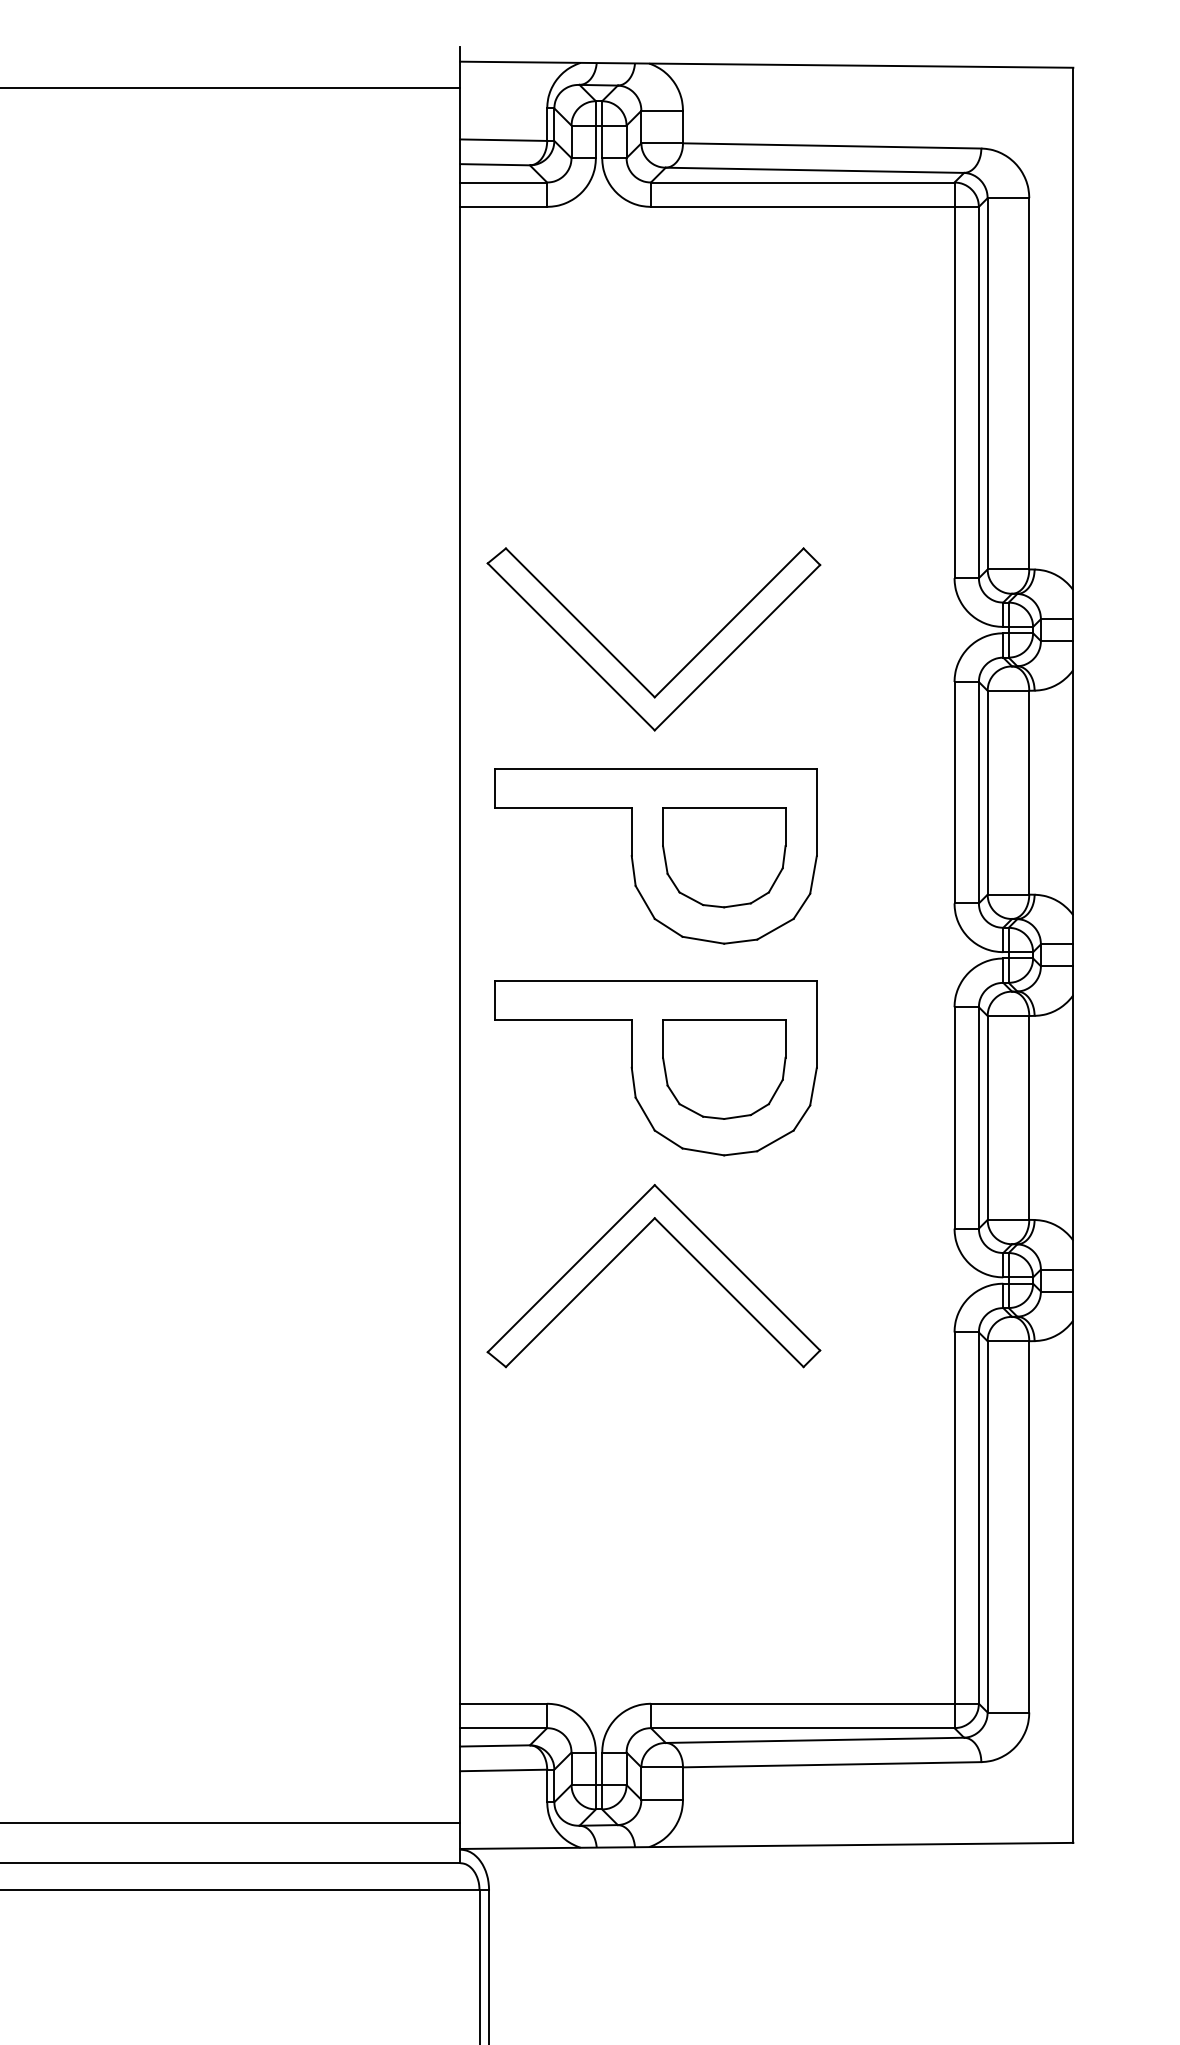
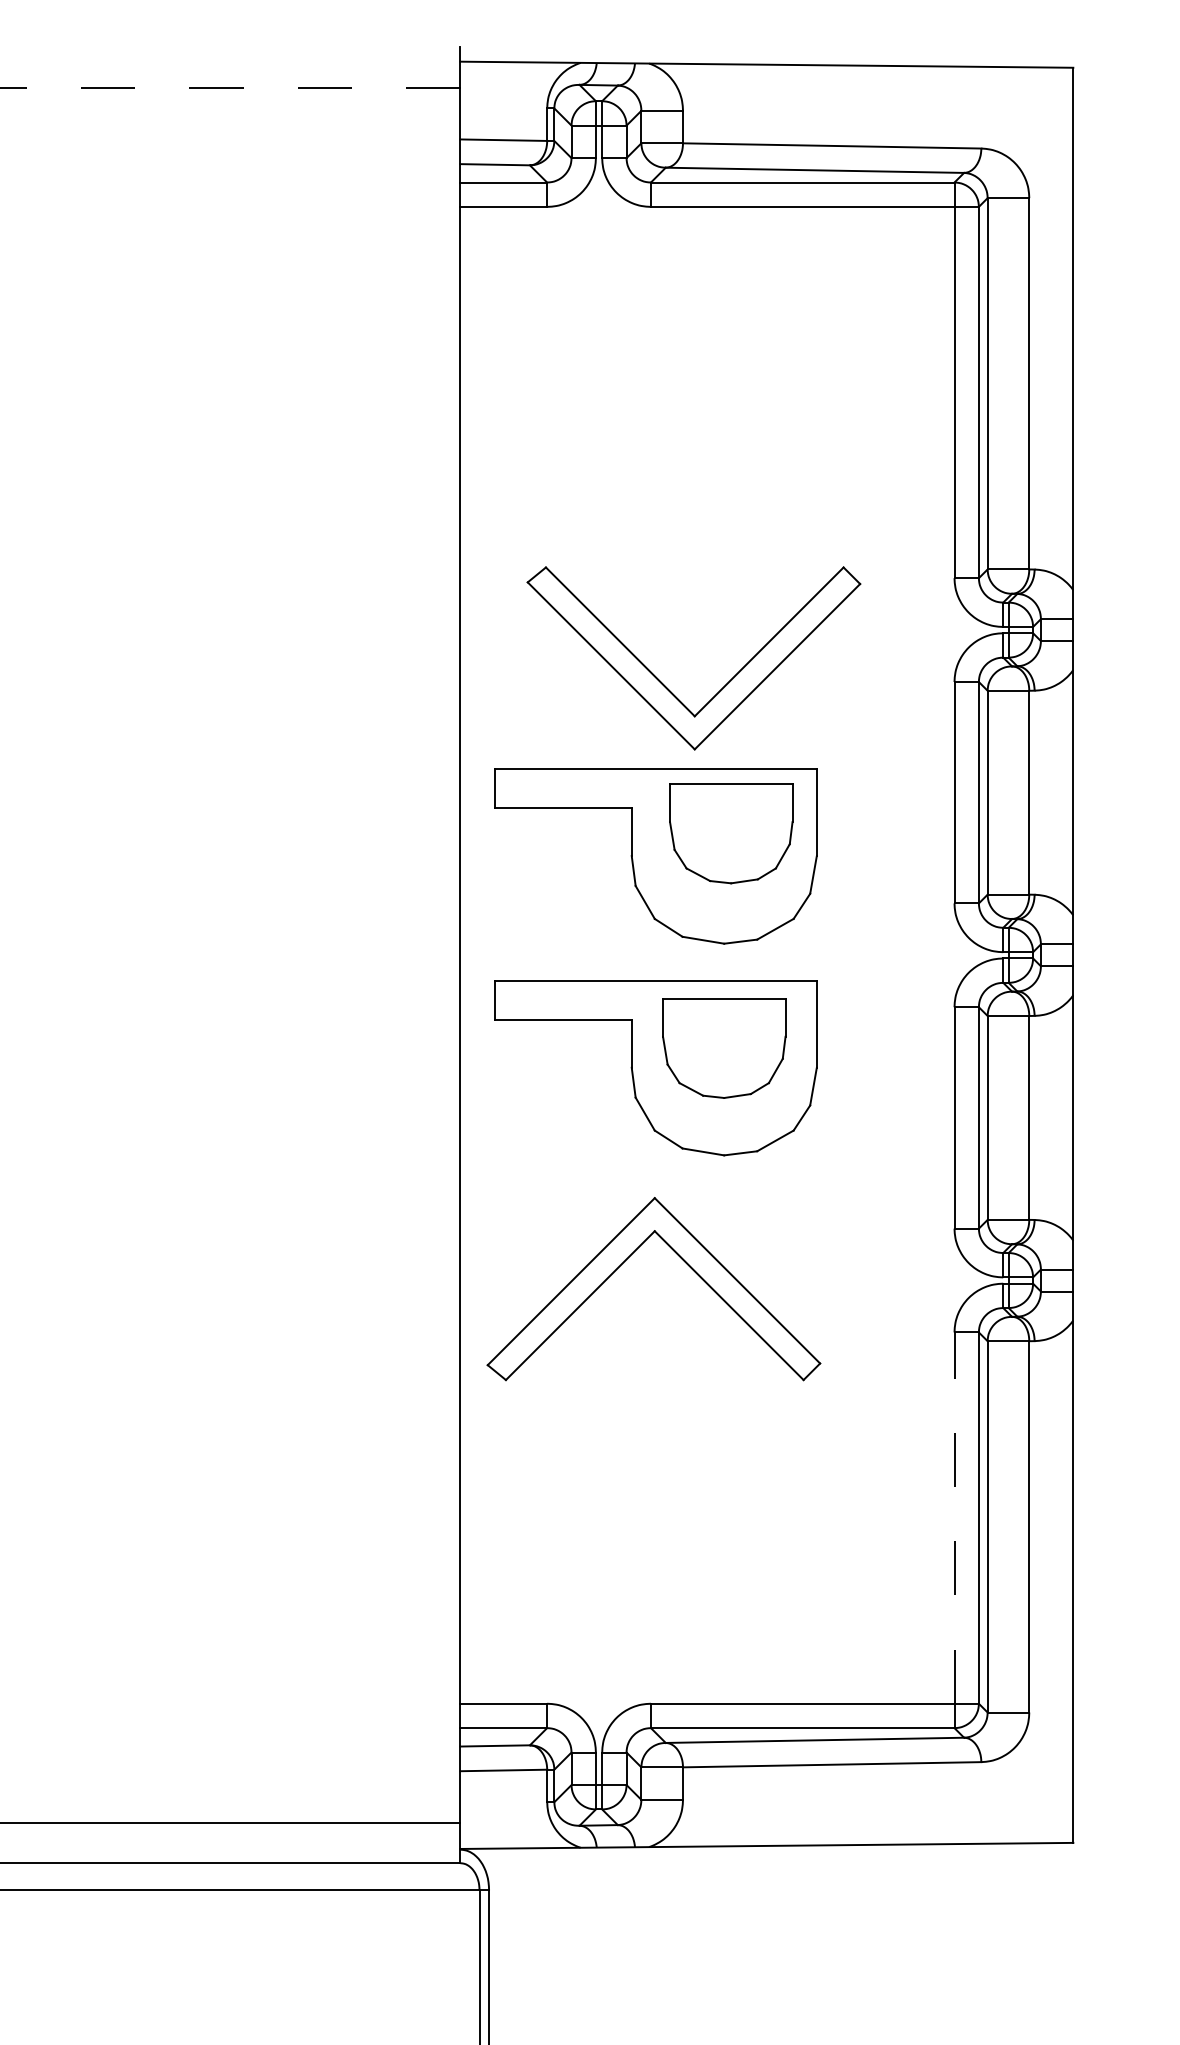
line at (230, 88): solid -> dashed
part at (625, 666) position: (625, 666) -> (665, 685)
part at (724, 857) position: (724, 857) -> (731, 833)
part at (724, 1069) position: (724, 1069) -> (724, 1048)
part at (625, 1248) position: (625, 1248) -> (625, 1261)
line at (954, 1518): solid -> dashed
